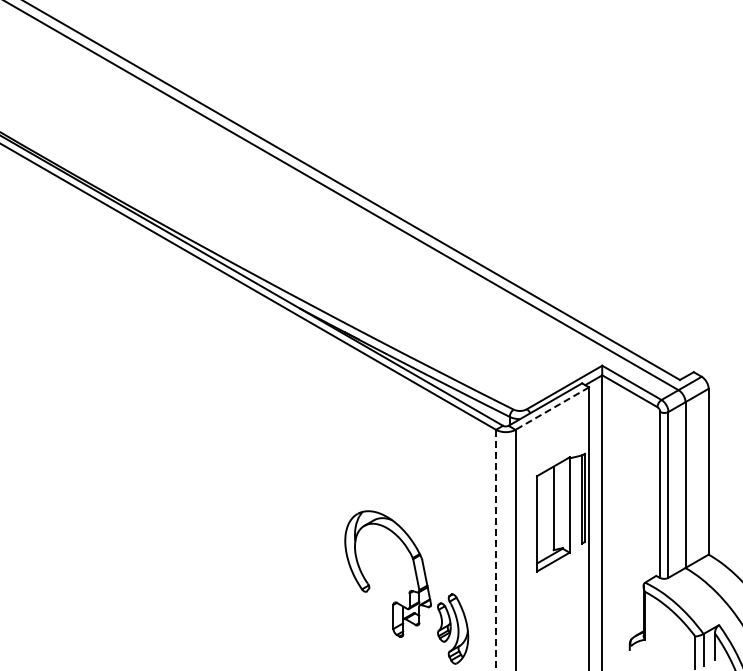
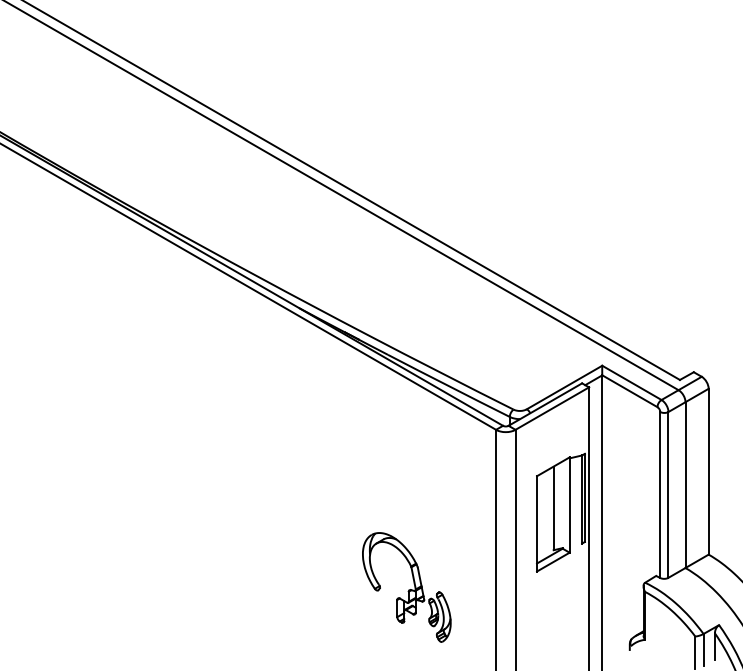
line at (551, 408): dashed -> solid
line at (496, 550): dashed -> solid
part at (406, 587) size: 126x155 px -> 90x111 px
